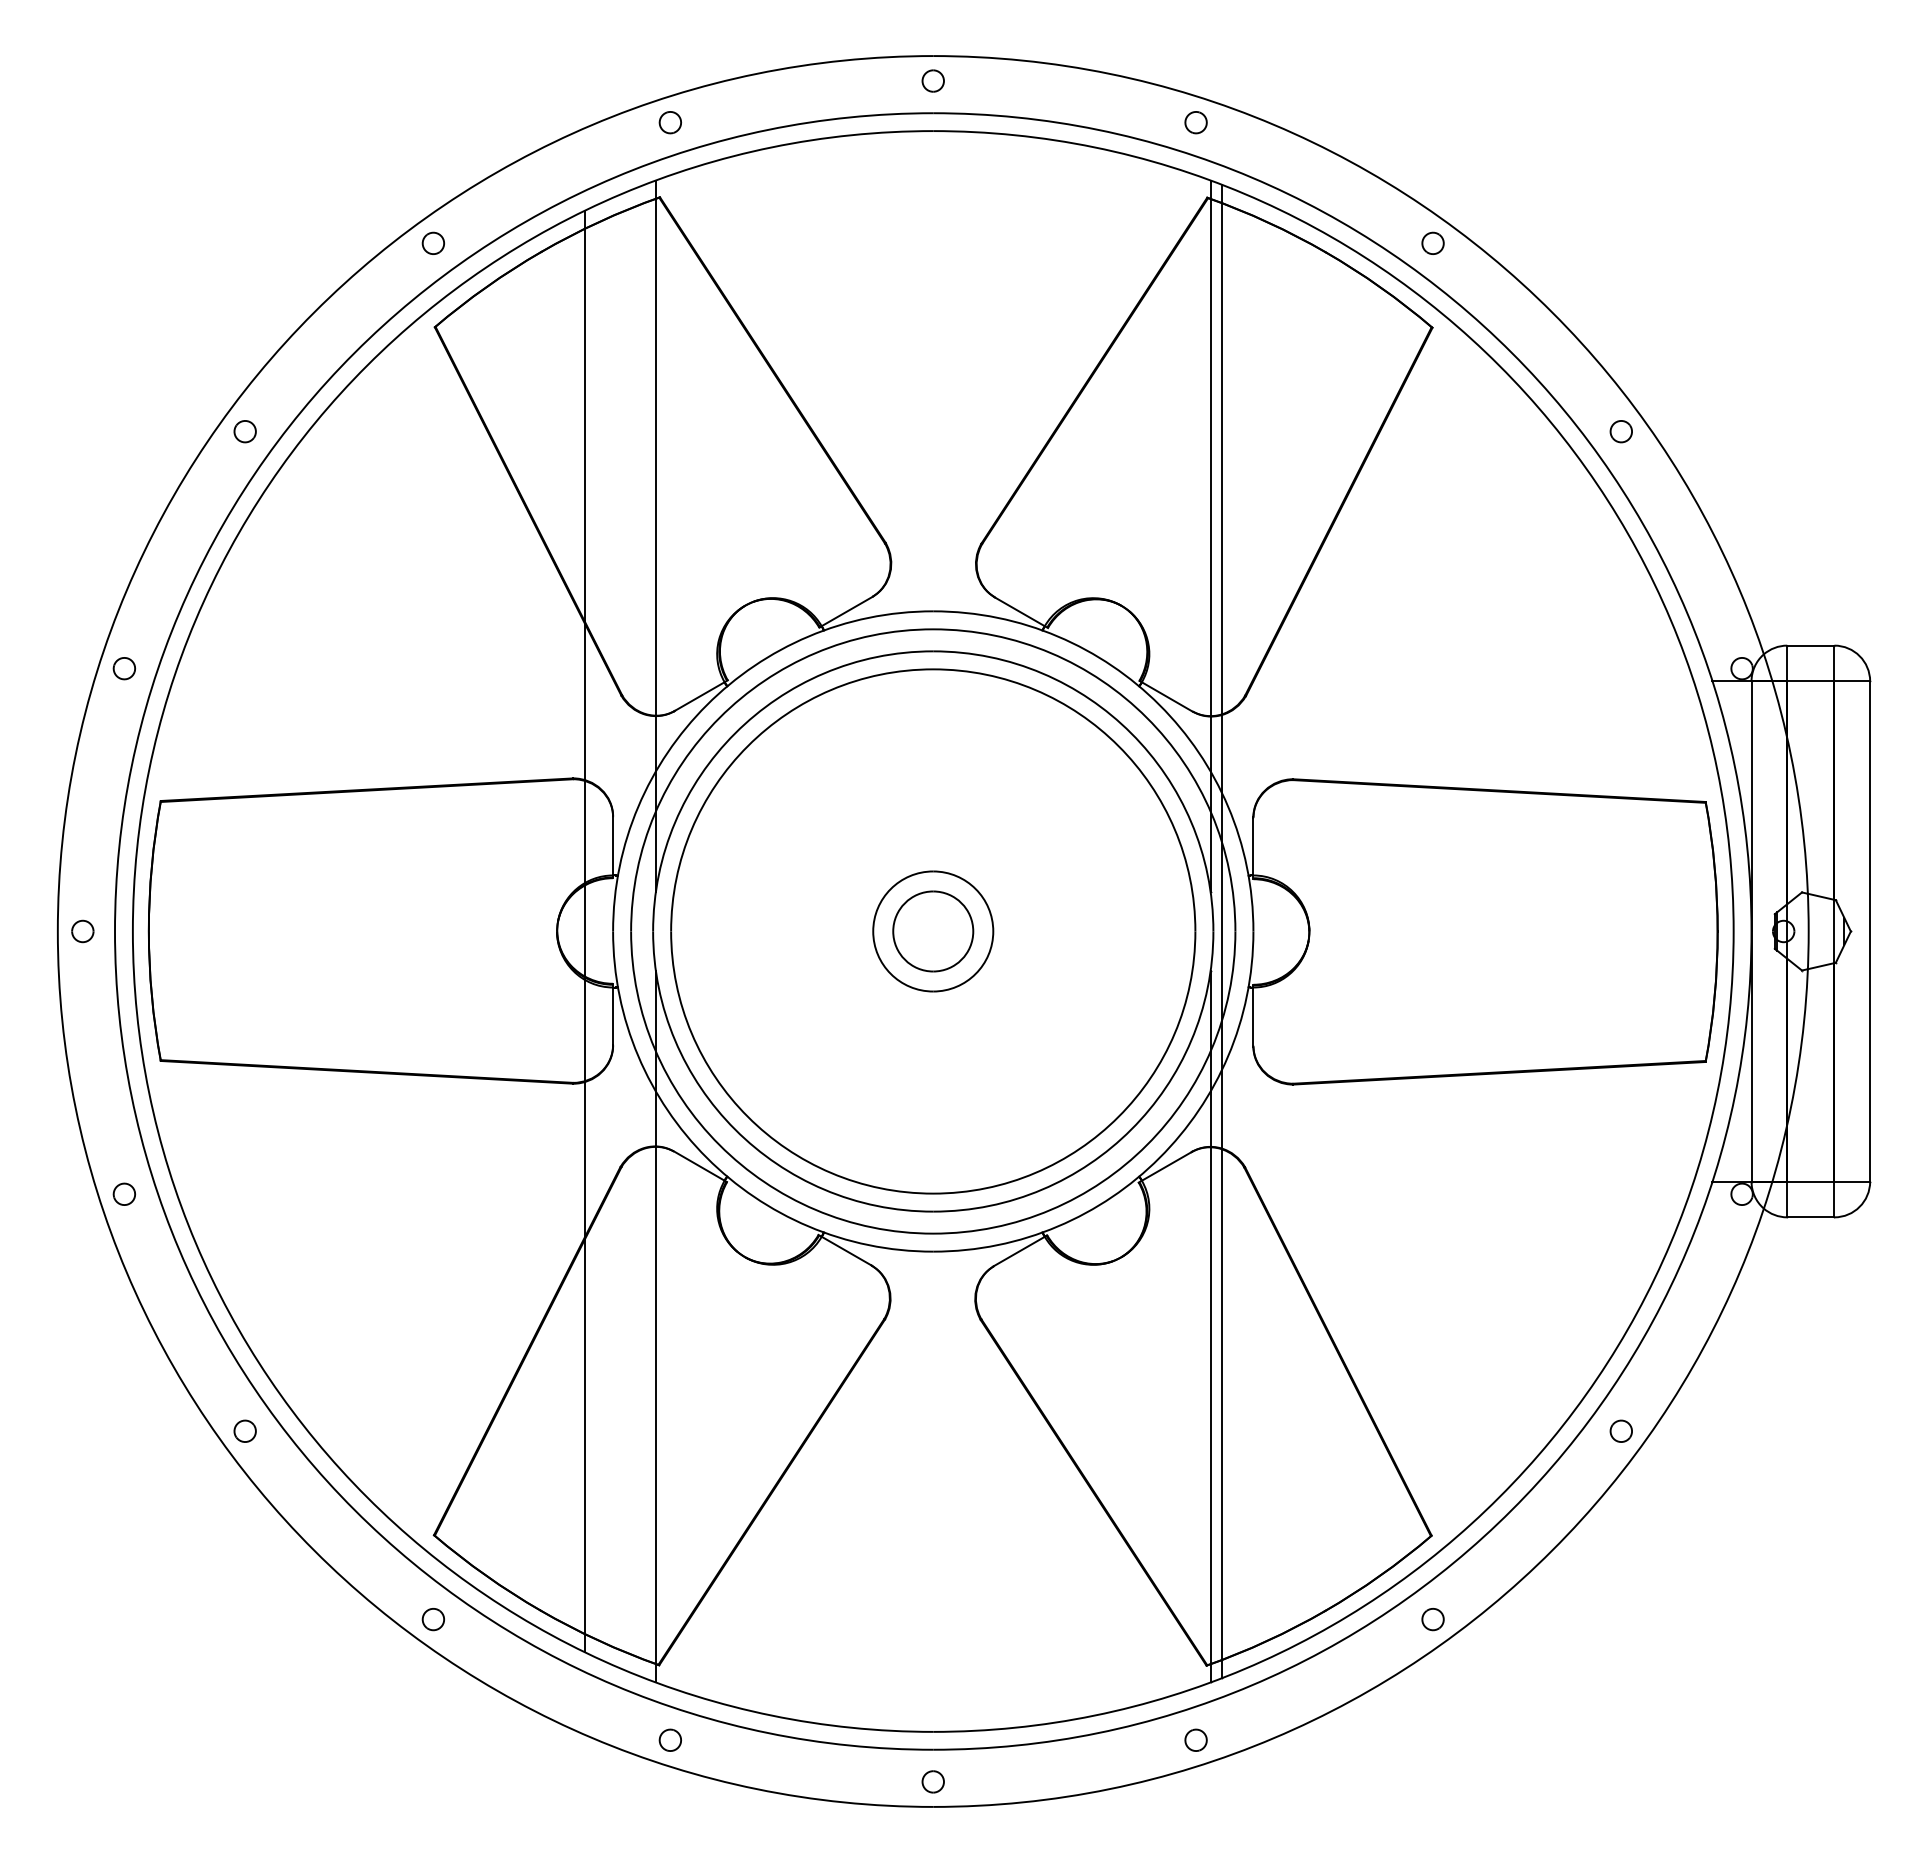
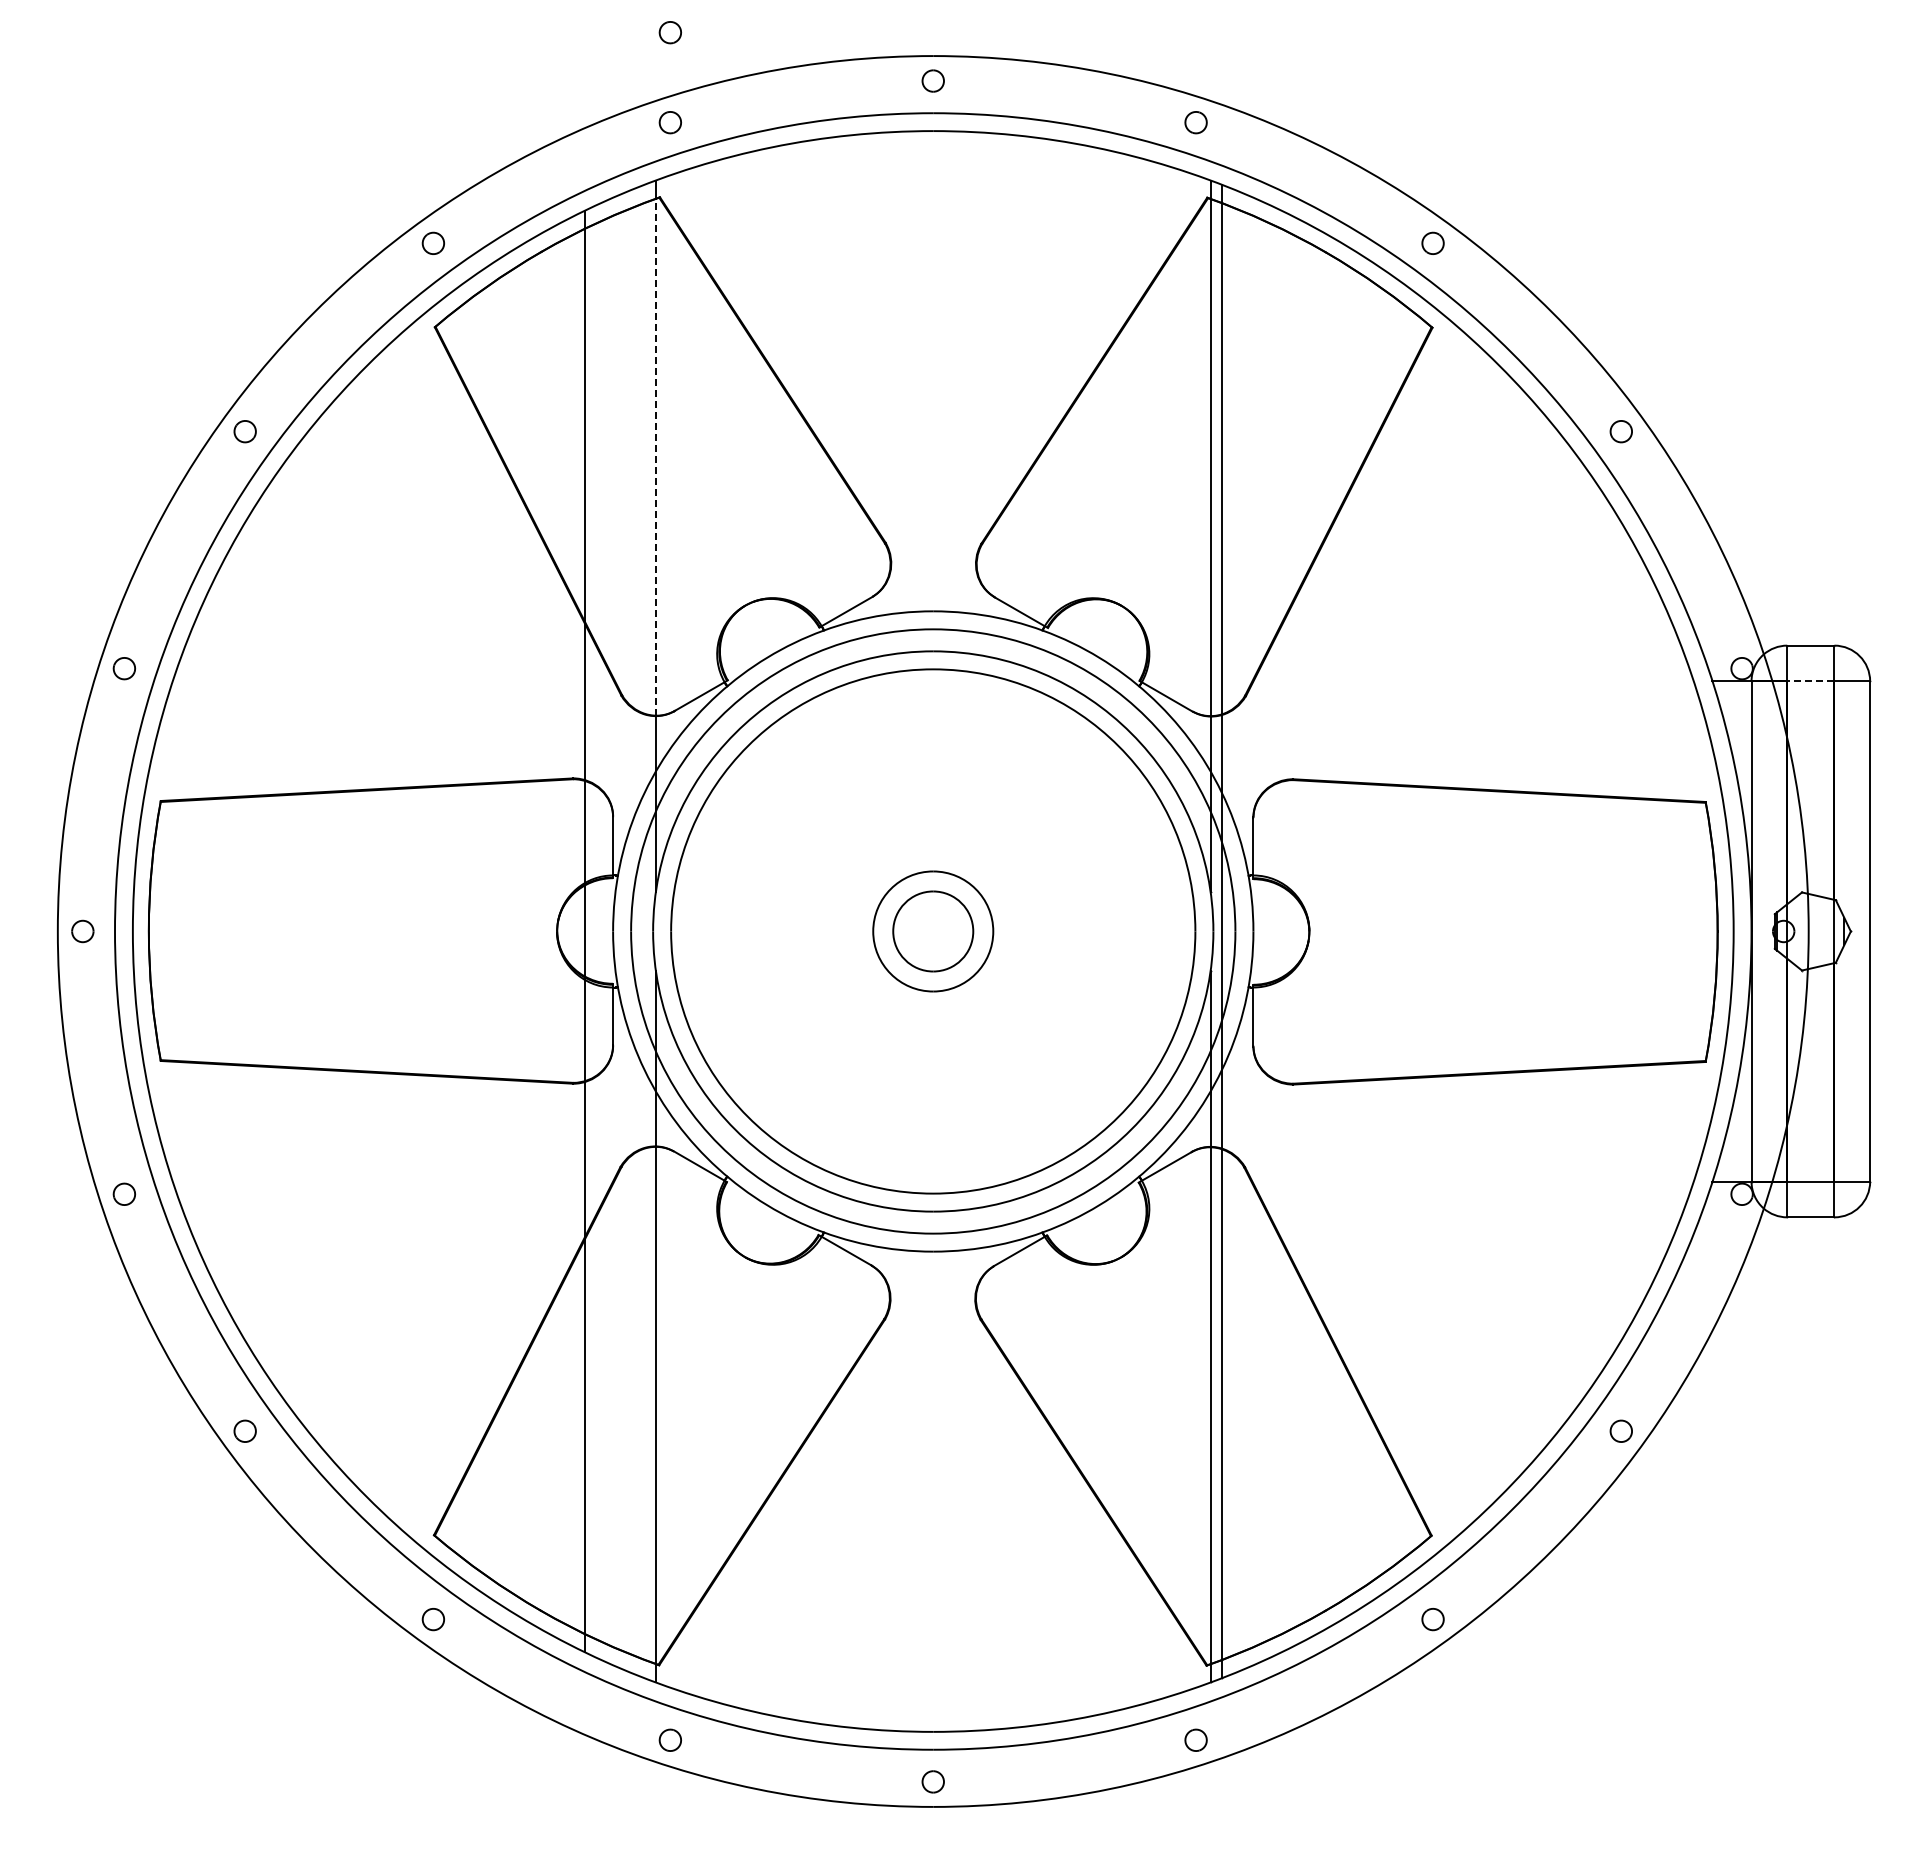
part at (669, 32): none -> present
line at (655, 457): solid -> dashed
line at (1810, 681): solid -> dashed
